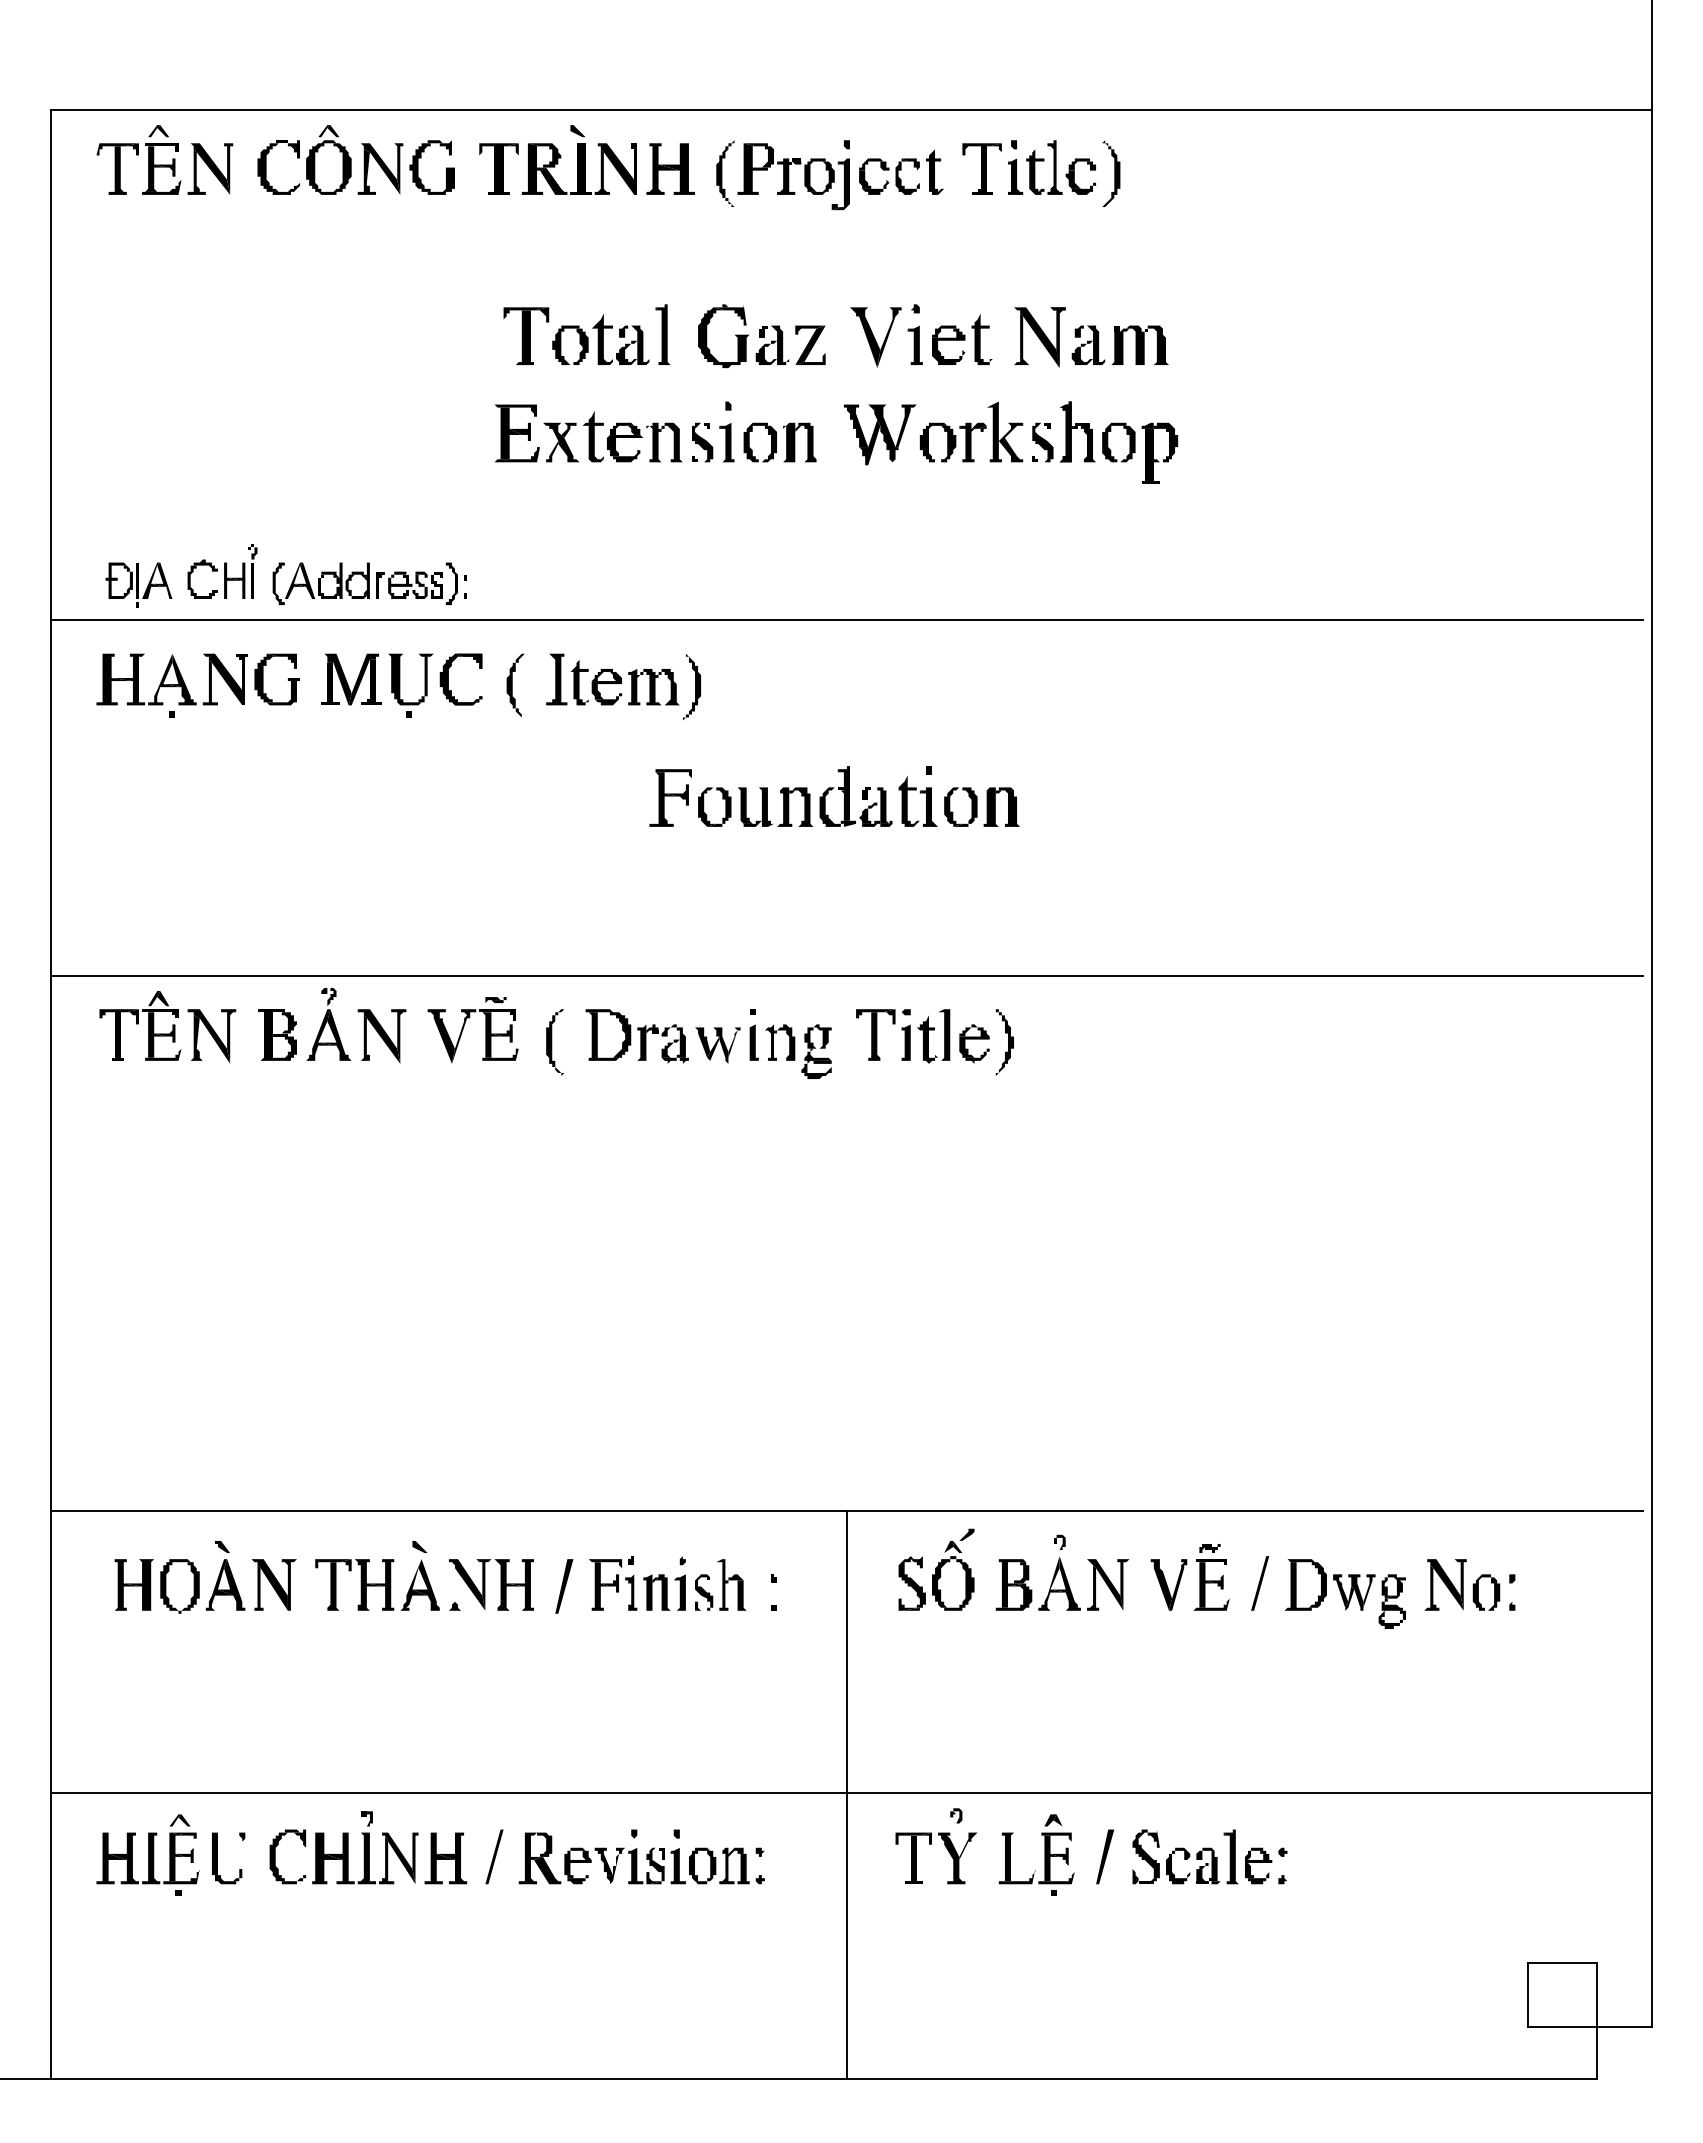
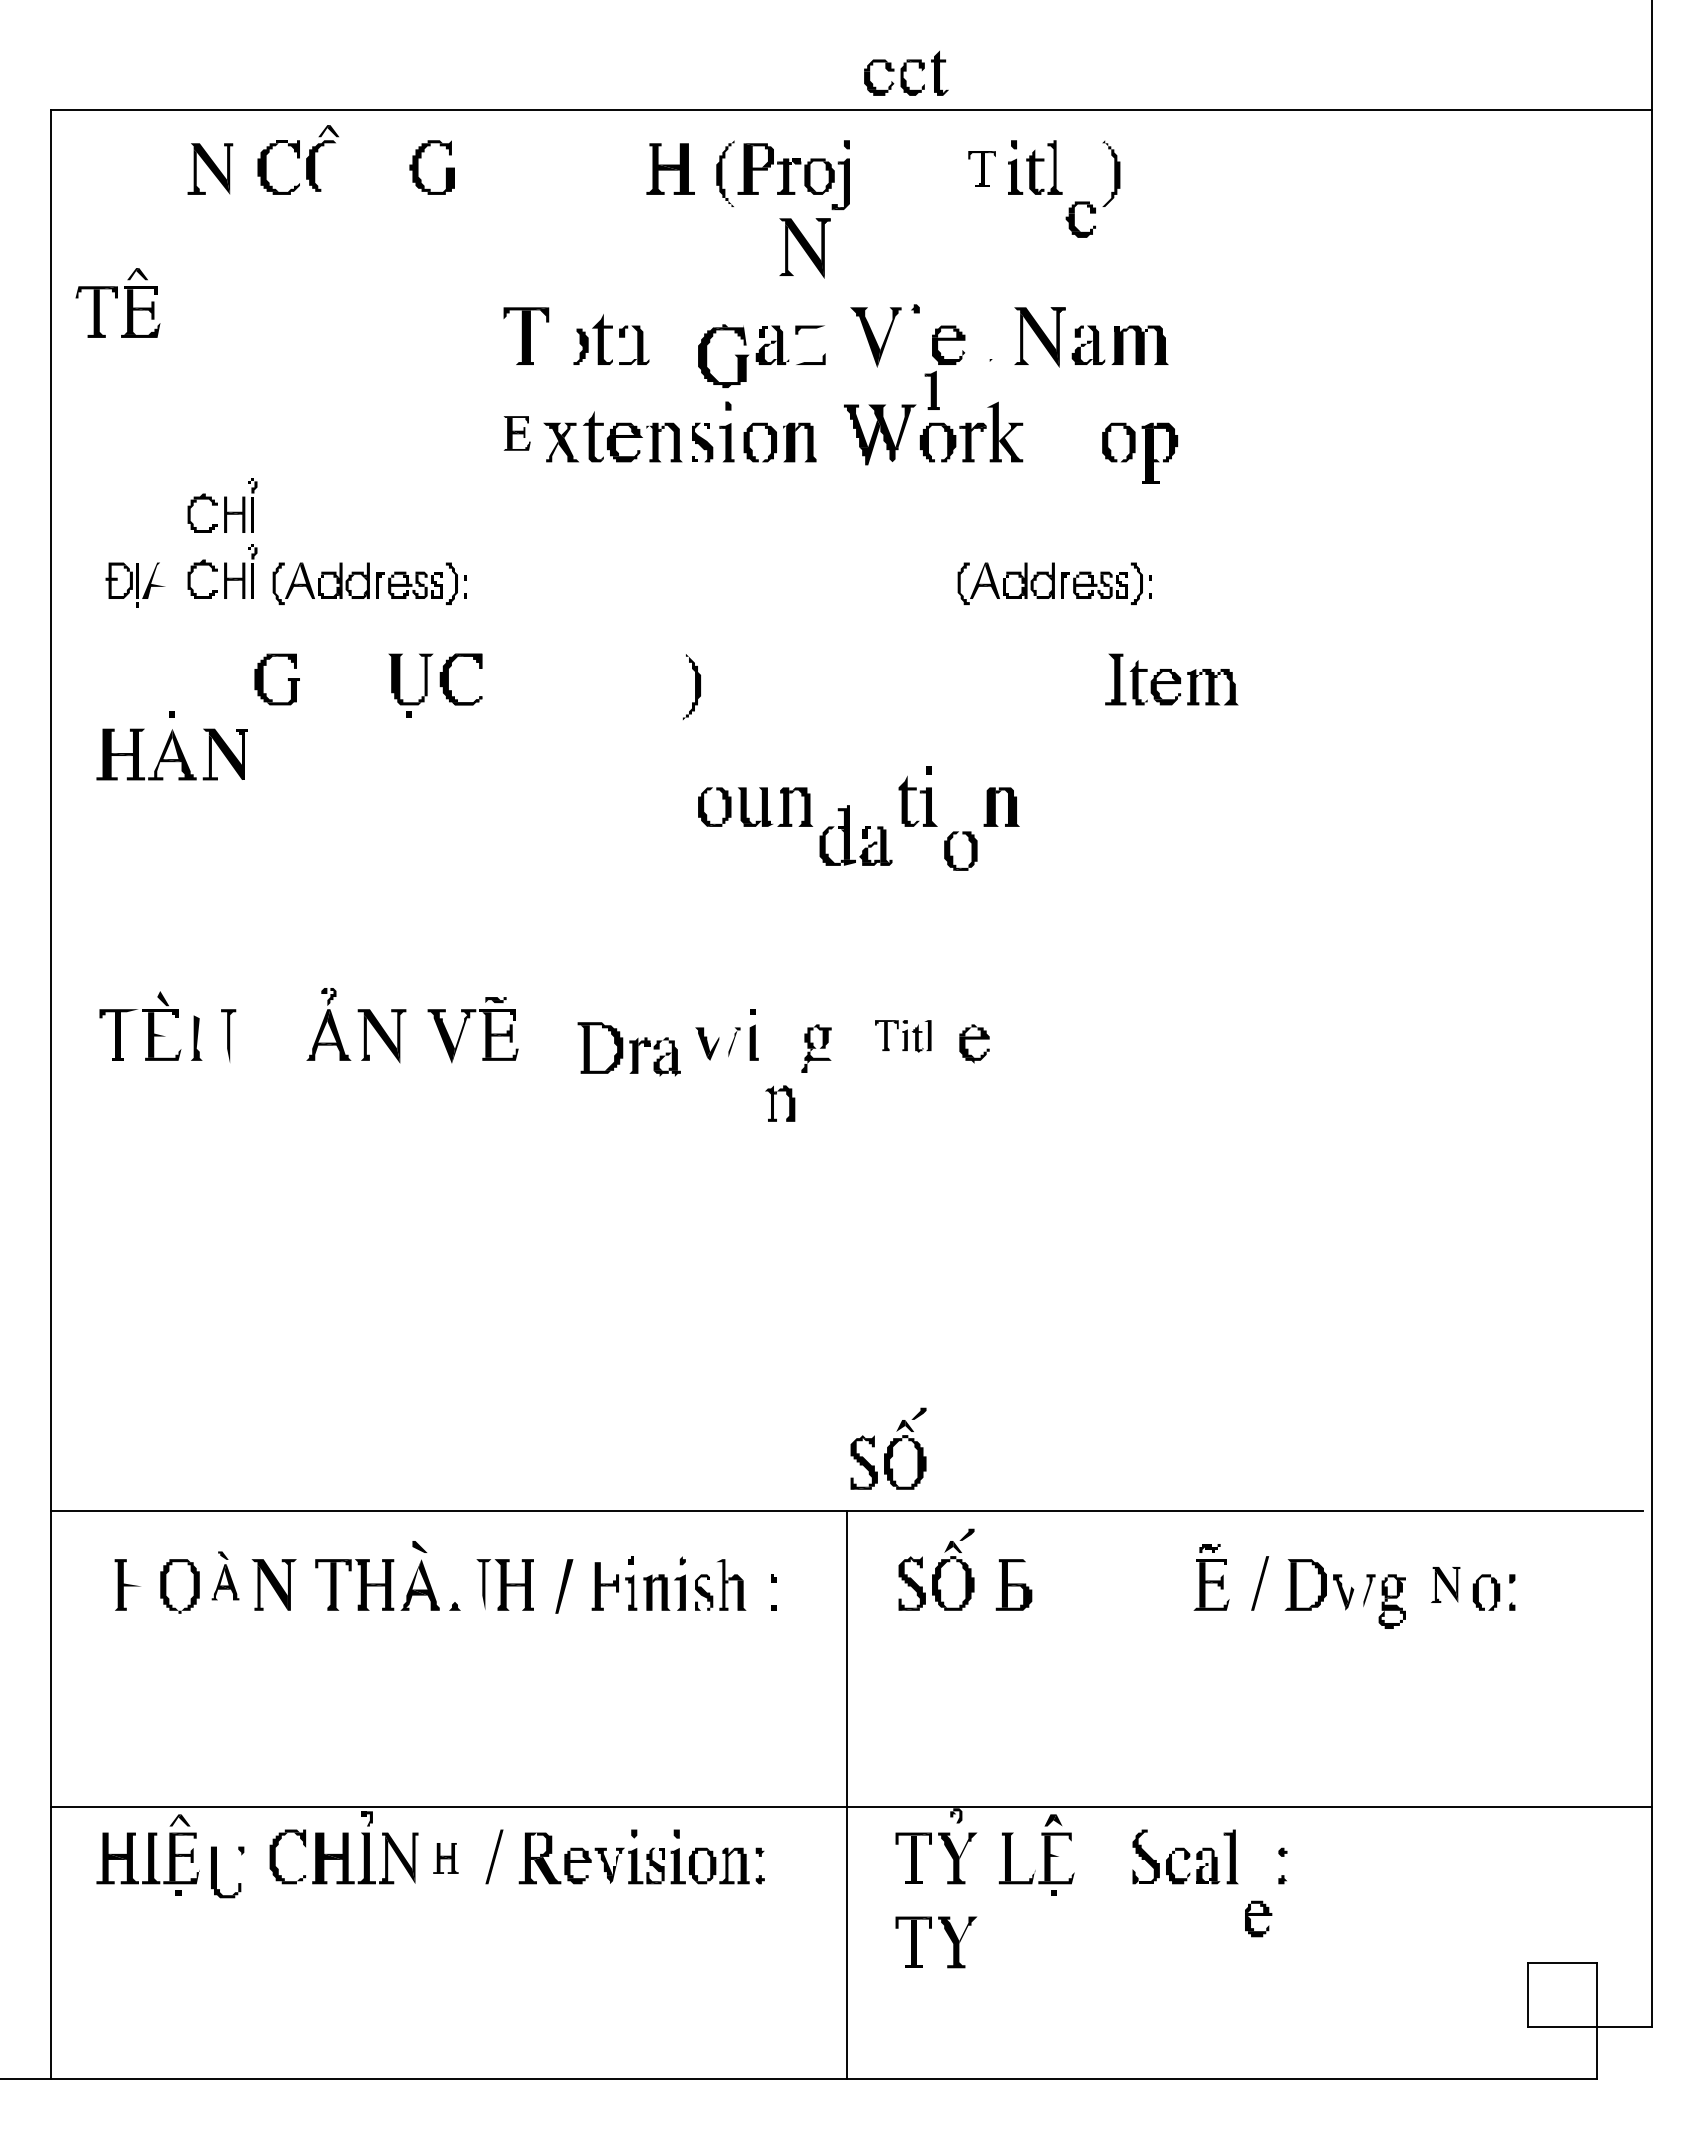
part at (138, 159) position: (138, 159) -> (117, 302)
part at (557, 159): present -> none
fill at (334, 168): present -> none
part at (380, 168): present -> none
part at (981, 168) size: 40x52 px -> 28x36 px
part at (901, 171) position: (901, 171) -> (906, 72)
part at (1080, 176) position: (1080, 176) -> (1080, 219)
part at (804, 248): none -> present
part at (662, 334): present -> none
part at (735, 335) position: (735, 335) -> (735, 355)
fill at (980, 339): present -> none
part at (914, 344) position: (914, 344) -> (931, 389)
fill at (565, 345): present -> none
fill at (810, 345): present -> none
fill at (626, 351): present -> none
part at (1063, 431): present -> none
part at (516, 433) size: 46x59 px -> 28x35 px
part at (222, 505): none -> present
fill at (161, 580): present -> none
part at (1054, 583): none -> present
line at (846, 620): present -> none
part at (171, 679) position: (171, 679) -> (171, 754)
part at (351, 679): present -> none
part at (612, 679) position: (612, 679) -> (1171, 679)
part at (515, 685): present -> none
part at (855, 796) position: (855, 796) -> (855, 835)
part at (670, 797): present -> none
part at (953, 812) position: (953, 812) -> (953, 856)
line at (846, 975): present -> none
fill at (154, 998): present -> none
fill at (132, 1016): present -> none
fill at (164, 1033): present -> none
part at (277, 1034): present -> none
fill at (208, 1036): present -> none
part at (636, 1036) position: (636, 1036) -> (628, 1049)
part at (903, 1036) size: 95x55 px -> 57x33 px
part at (554, 1042): present -> none
part at (773, 1042) position: (773, 1042) -> (773, 1103)
fill at (1004, 1042): present -> none
fill at (719, 1045): present -> none
fill at (817, 1069): present -> none
part at (888, 1448): none -> present
fill at (605, 1565): present -> none
fill at (1018, 1572): present -> none
part at (1093, 1572): present -> none
part at (225, 1575) size: 41x70 px -> 29x50 px
fill at (138, 1584): present -> none
fill at (465, 1584): present -> none
part at (1168, 1584): present -> none
part at (1445, 1584) size: 43x52 px -> 30x36 px
fill at (1355, 1592): present -> none
line at (851, 1793) position: (851, 1793) -> (851, 1807)
fill at (1151, 1838): present -> none
fill at (1059, 1856): present -> none
part at (1104, 1856): present -> none
part at (217, 1858) position: (217, 1858) -> (216, 1872)
part at (445, 1858) size: 44x53 px -> 26x31 px
part at (1258, 1865) position: (1258, 1865) -> (1258, 1918)
part at (948, 1936): none -> present
